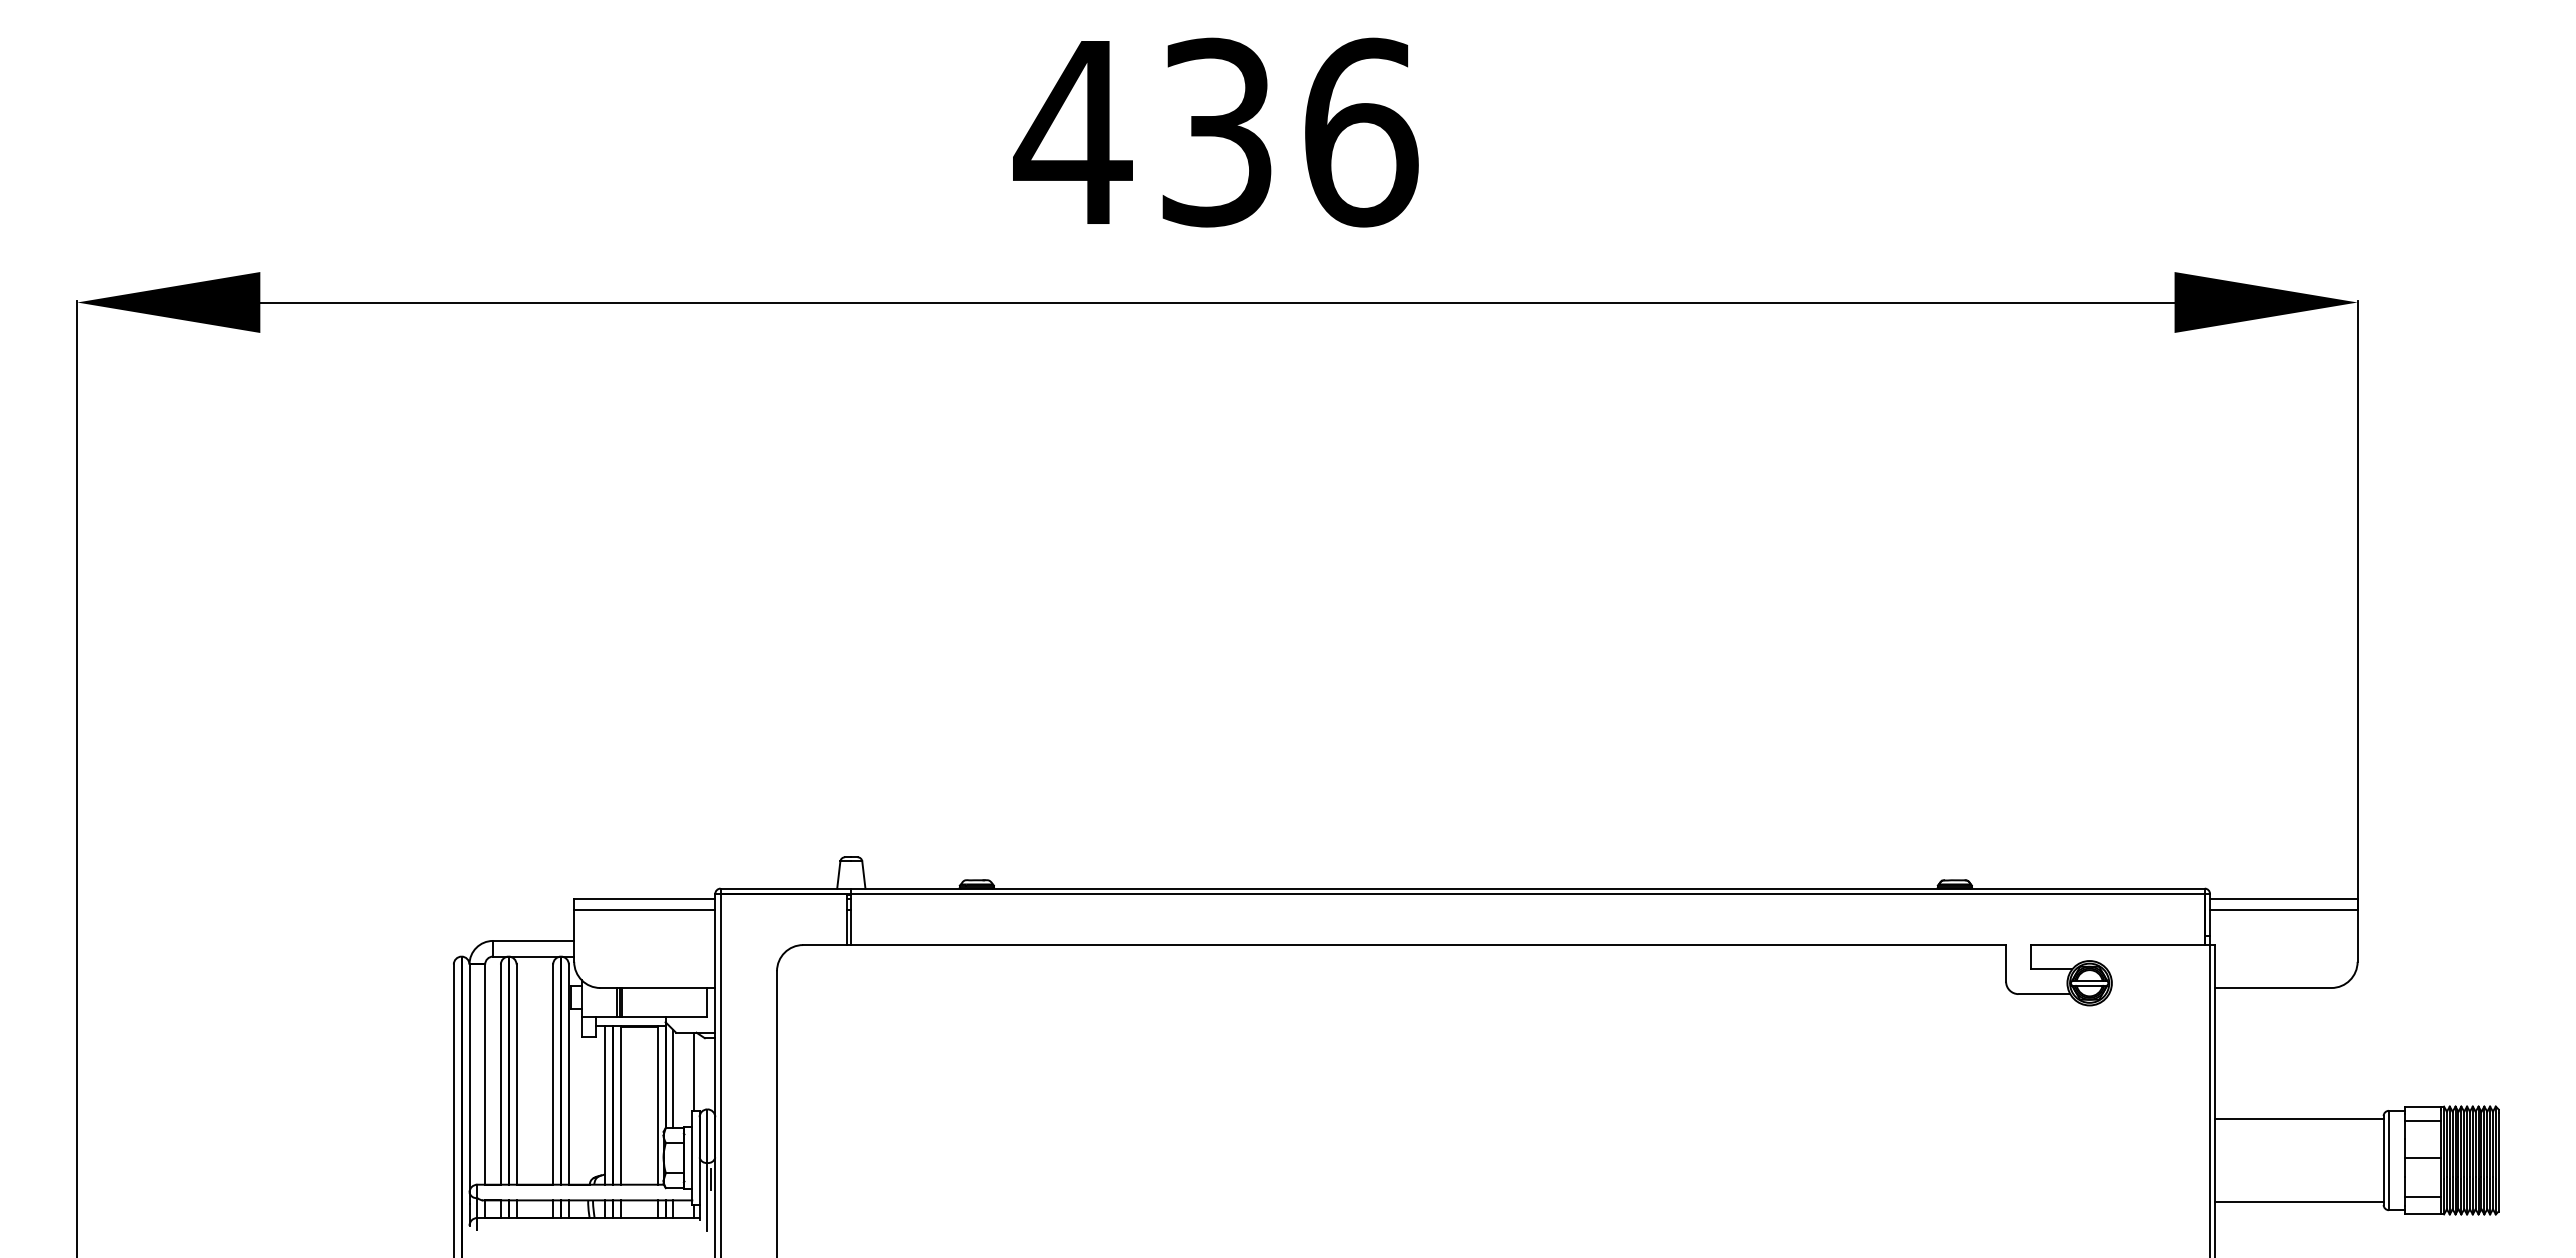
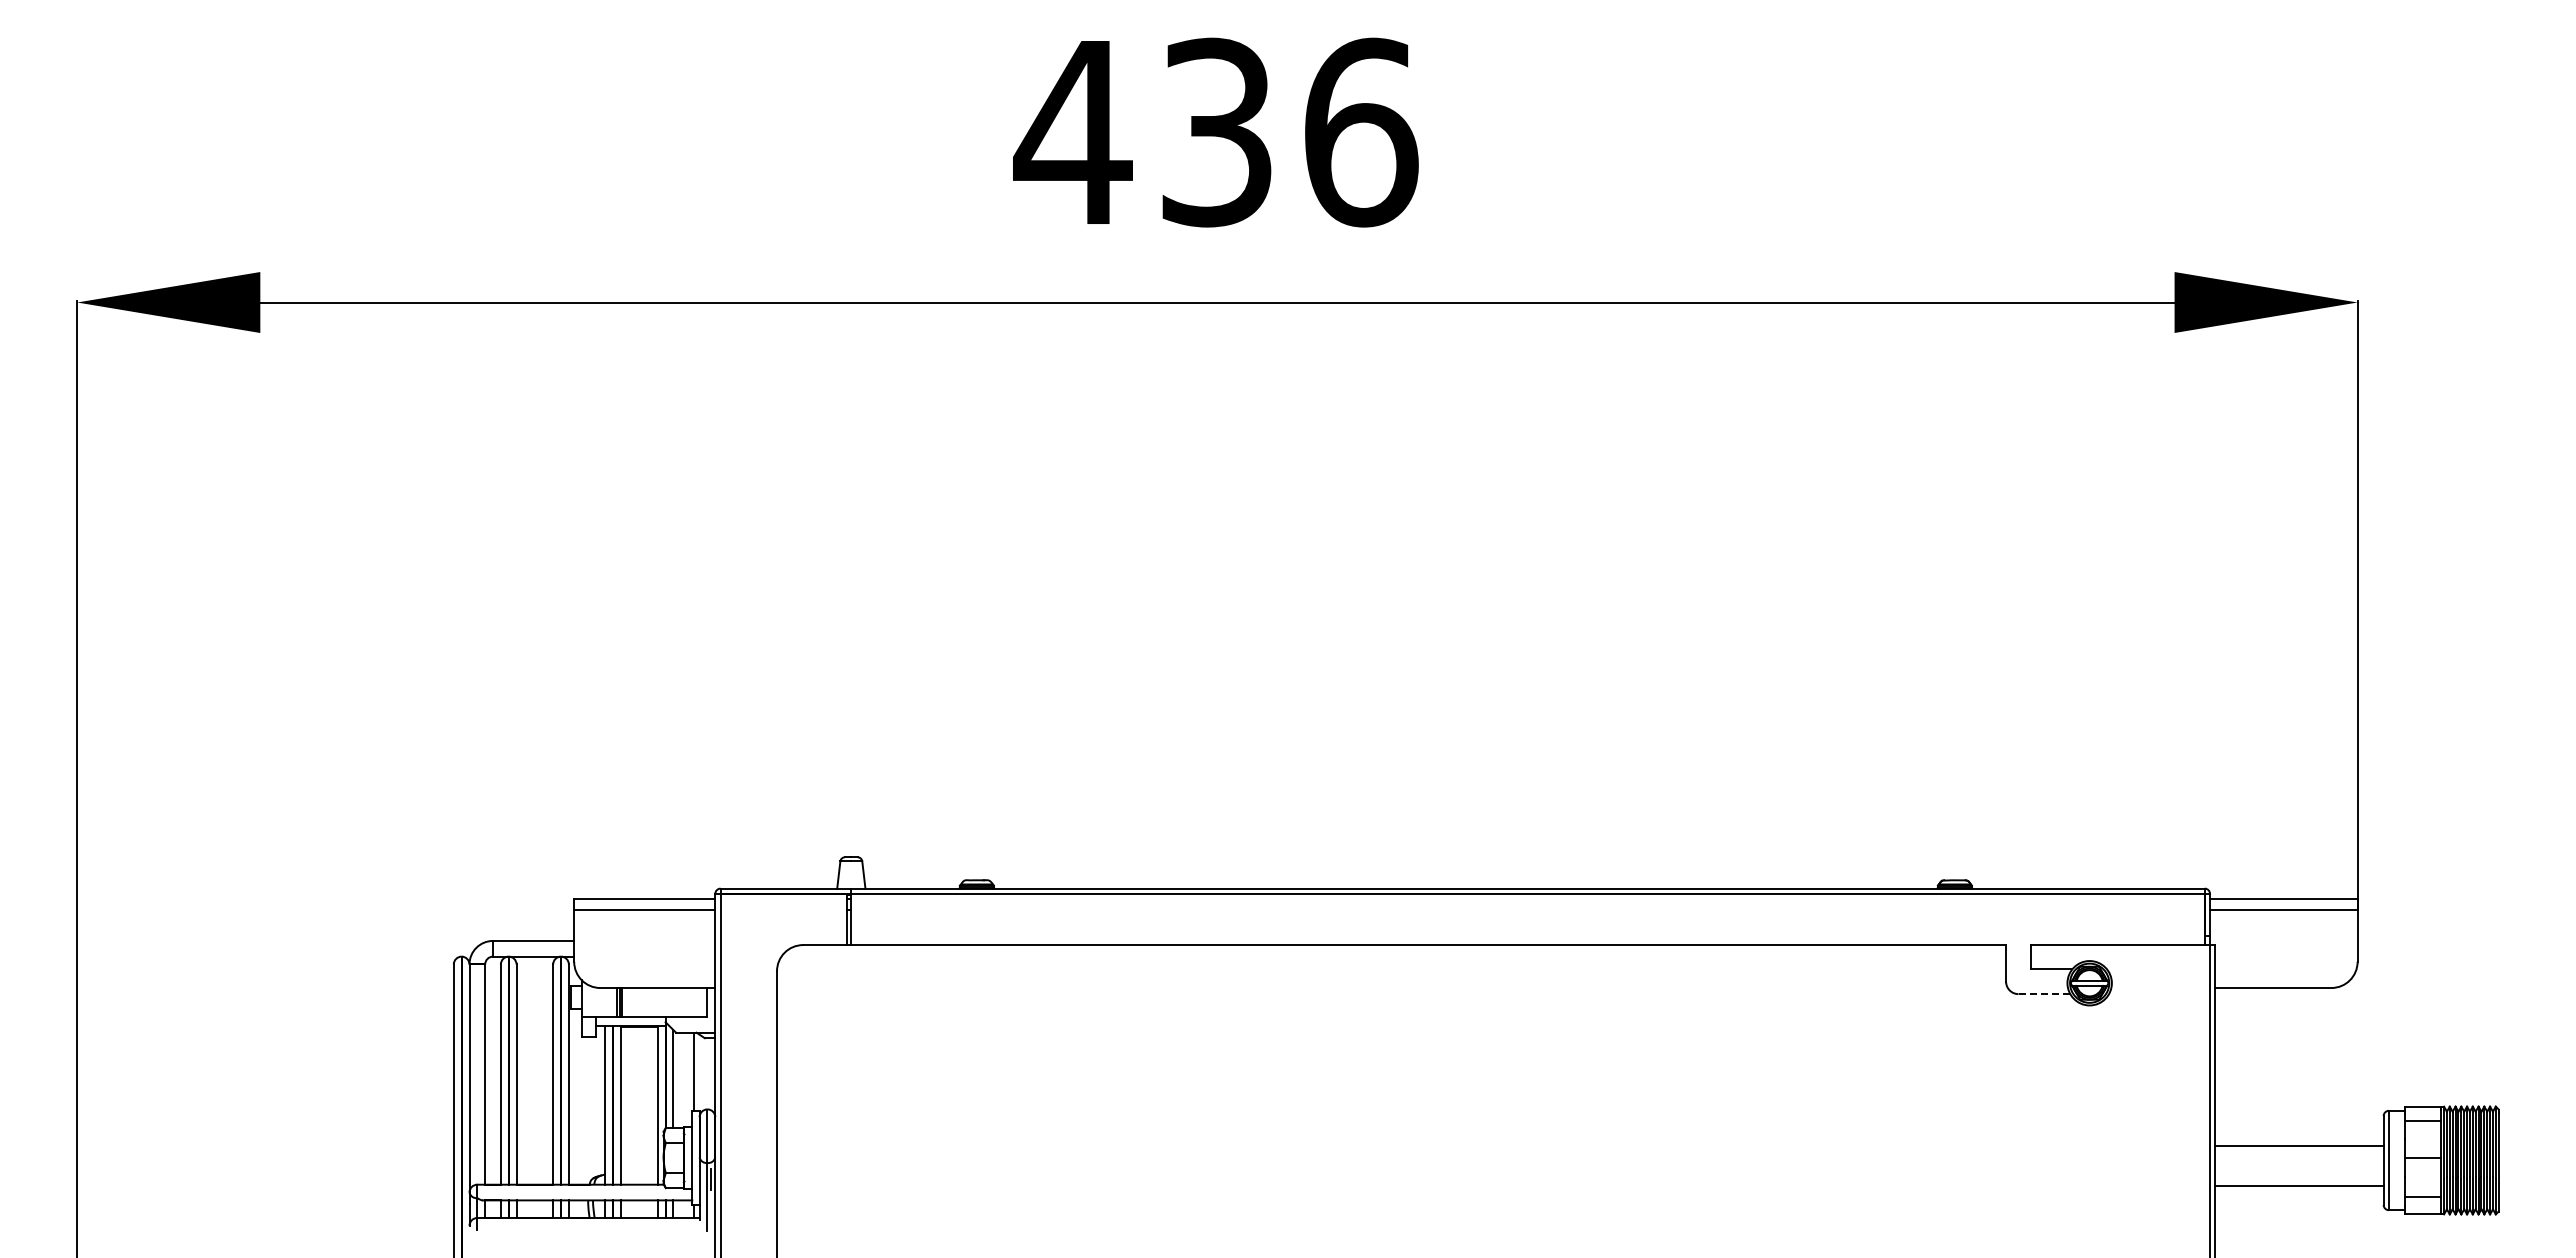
line at (2044, 994): solid -> dashed
line at (2299, 1119) position: (2299, 1119) -> (2299, 1146)
line at (2299, 1202) position: (2299, 1202) -> (2299, 1186)
